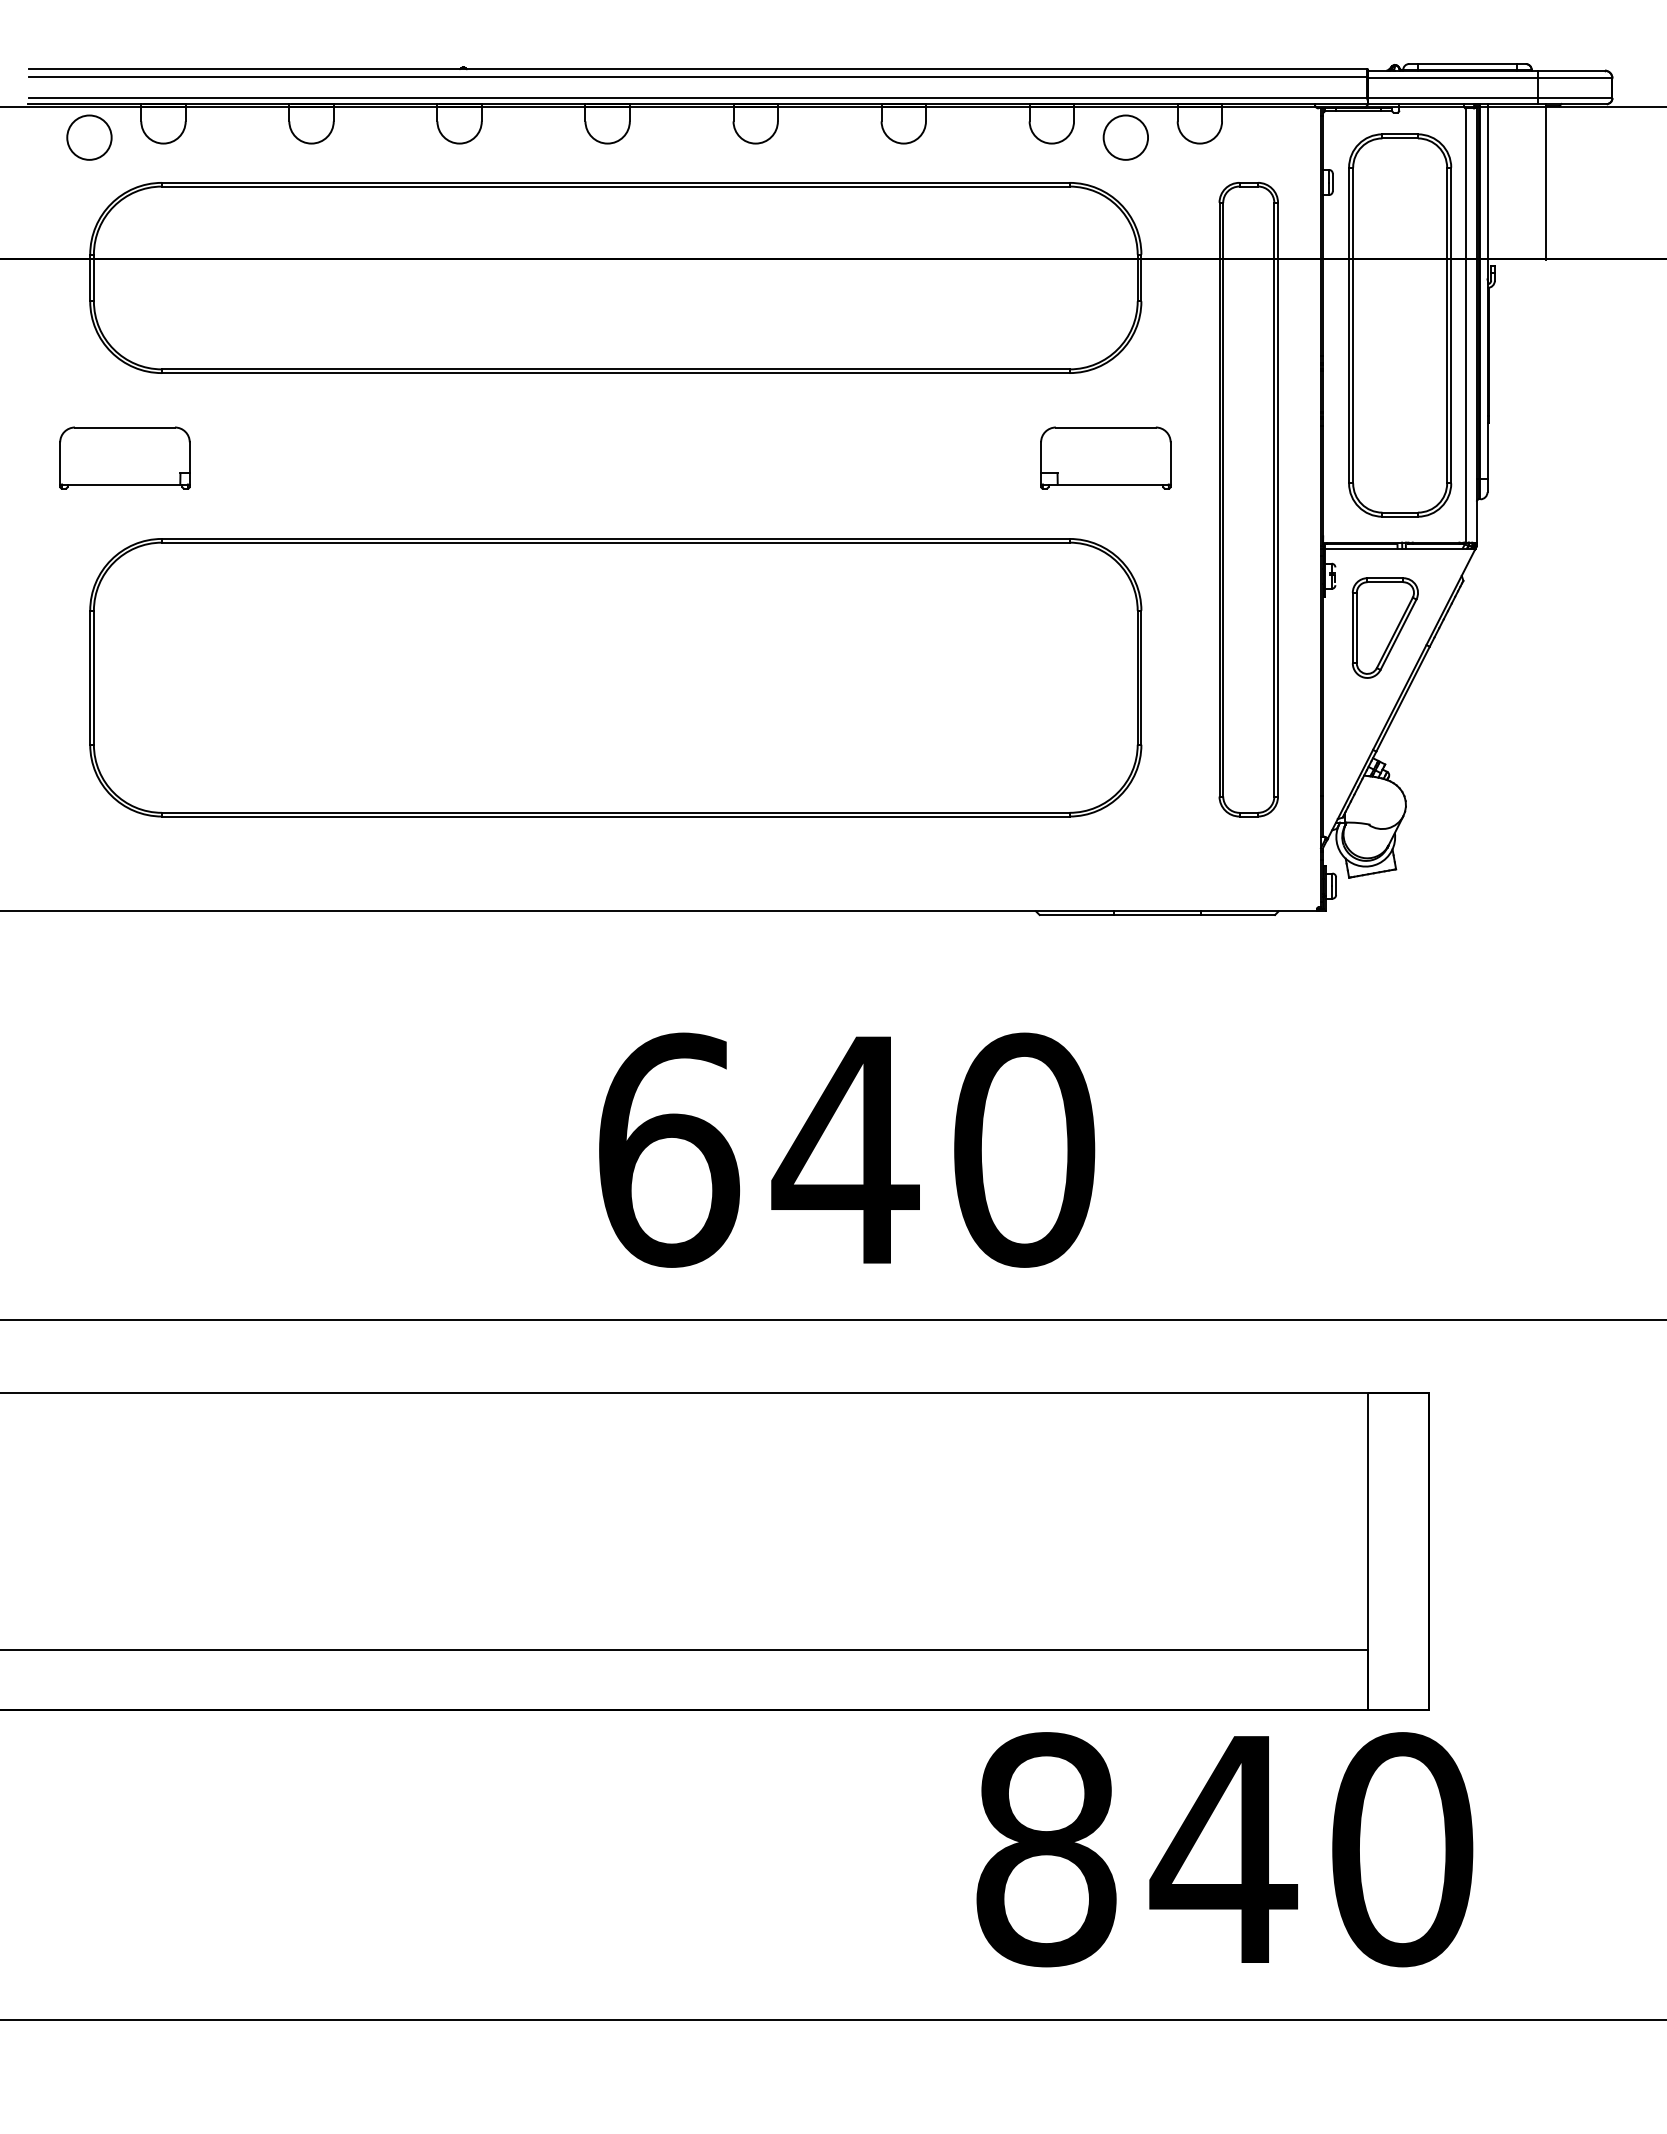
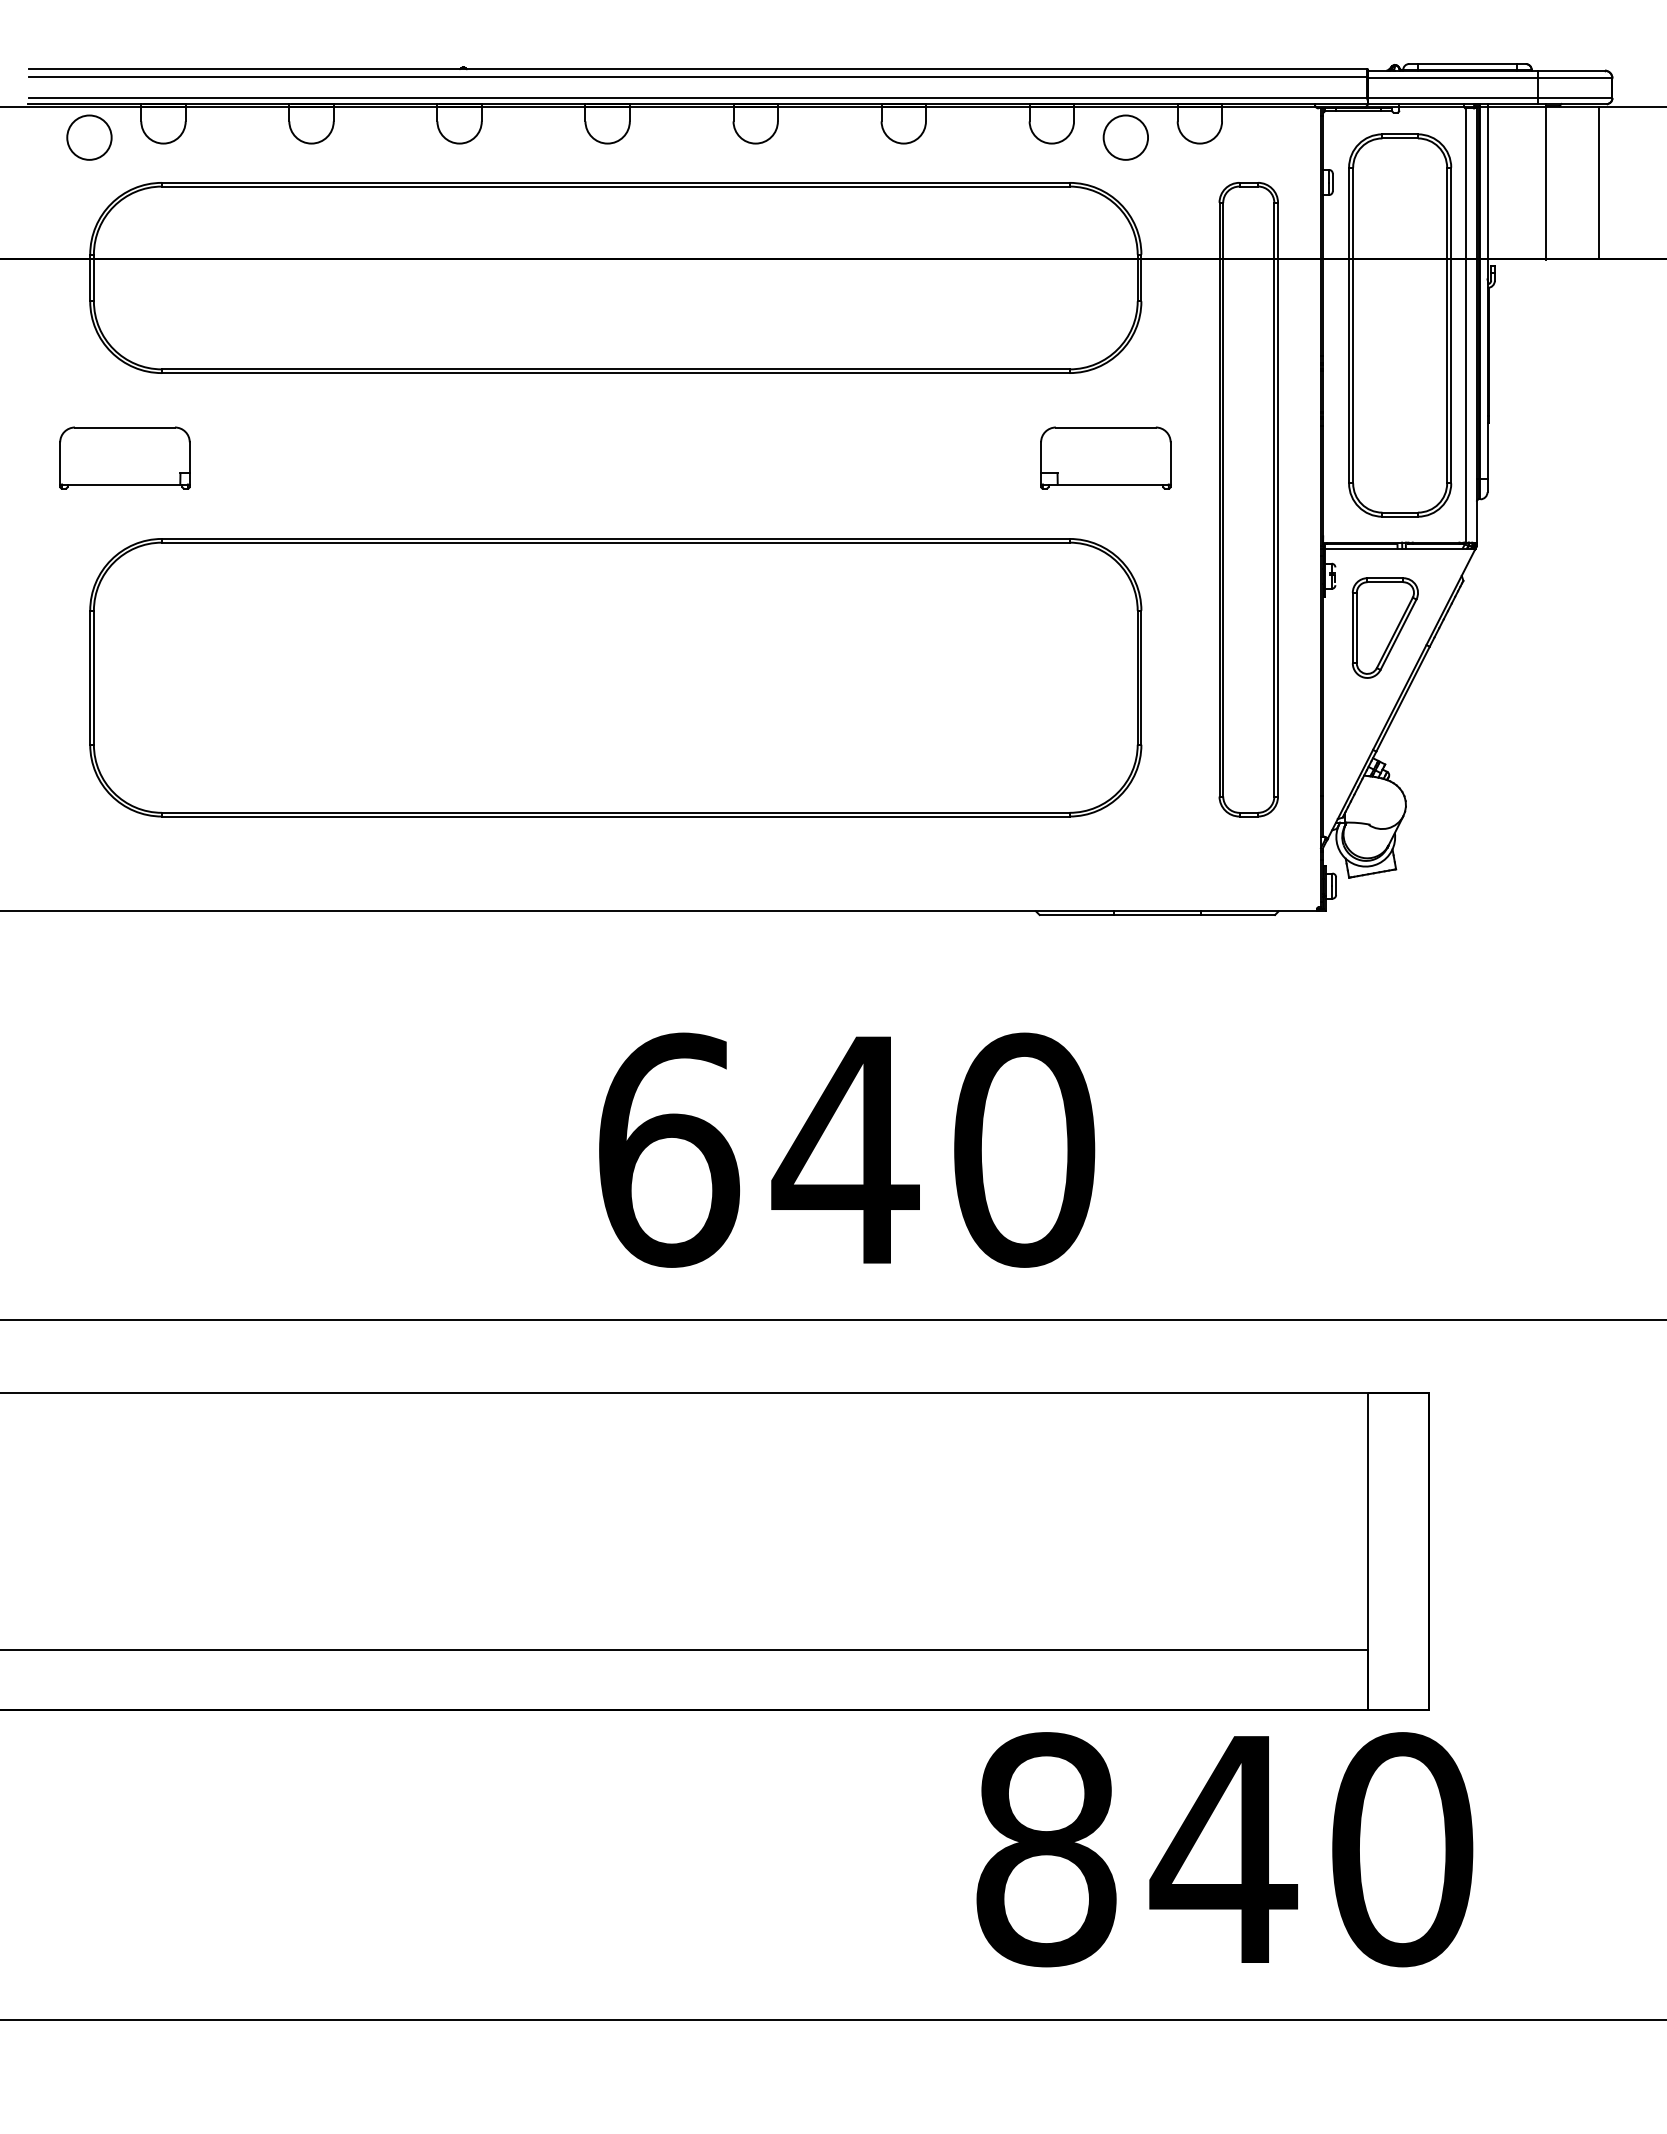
line at (1599, 182): none -> present
